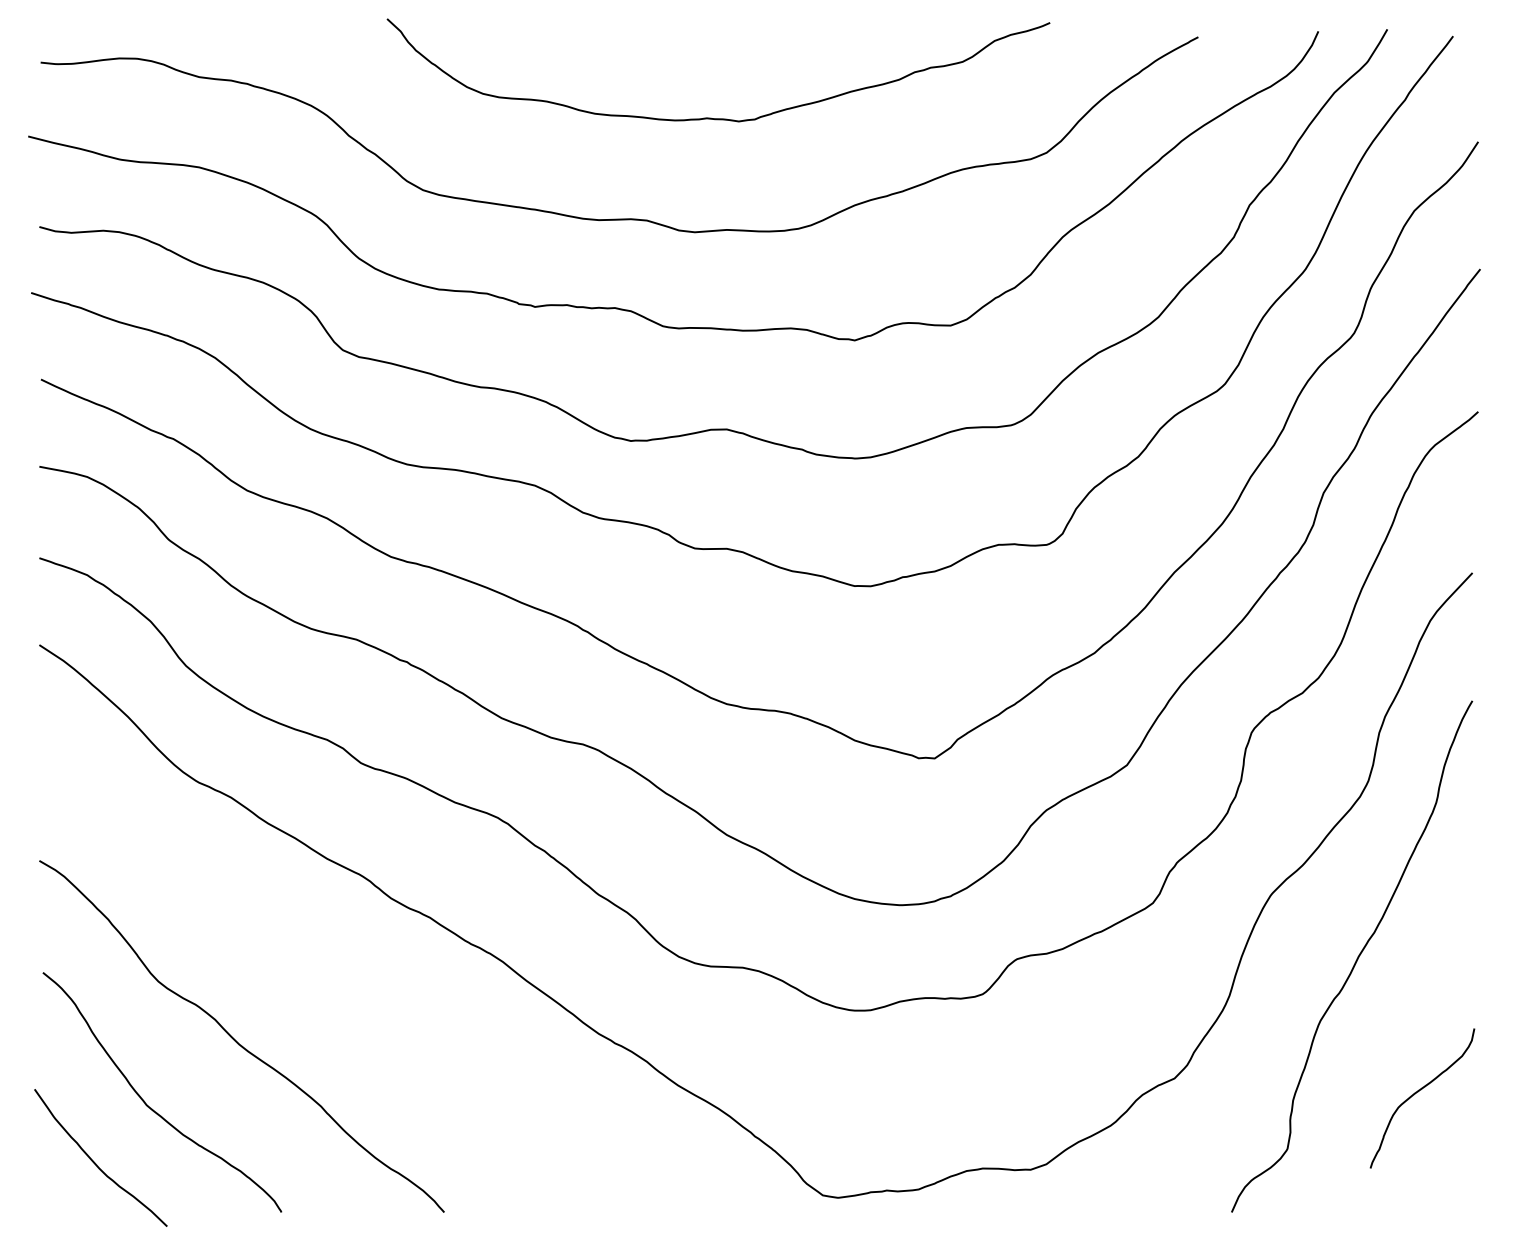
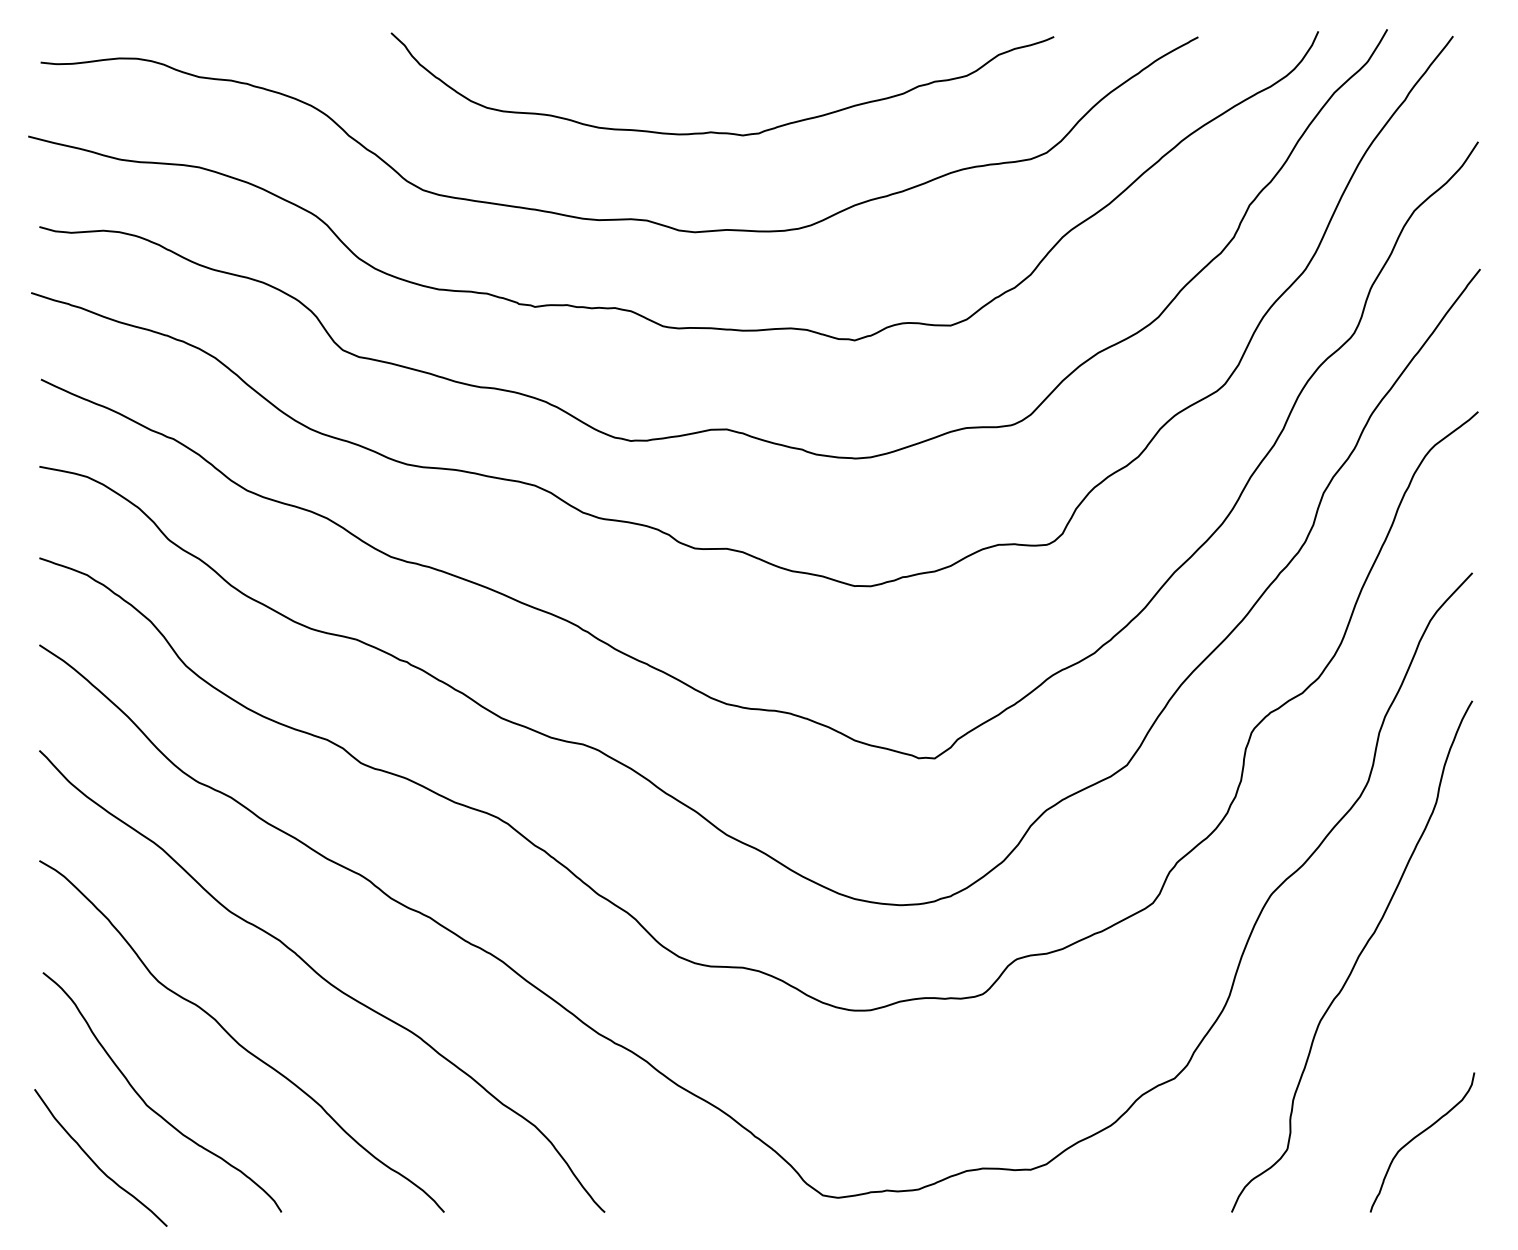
curve at (711, 117) position: (711, 117) -> (715, 131)
curve at (322, 979): none -> present
curve at (1418, 1092) position: (1418, 1092) -> (1418, 1136)
